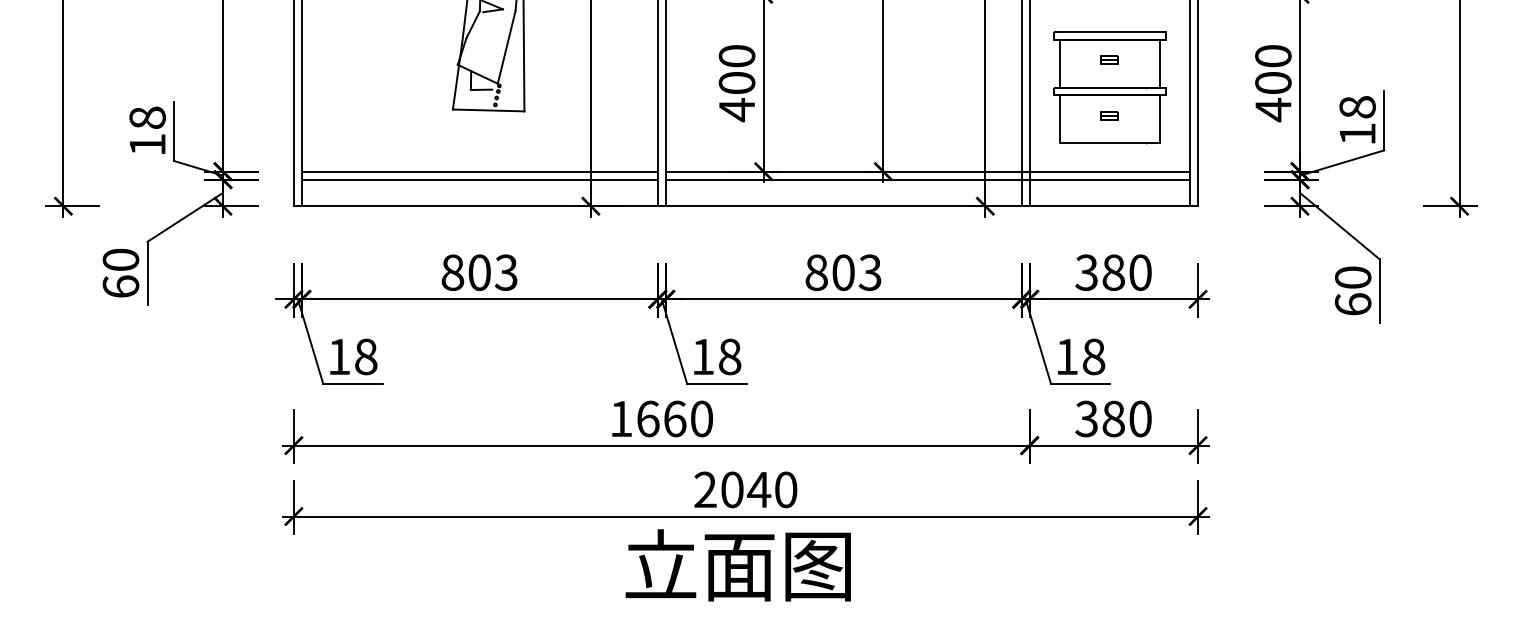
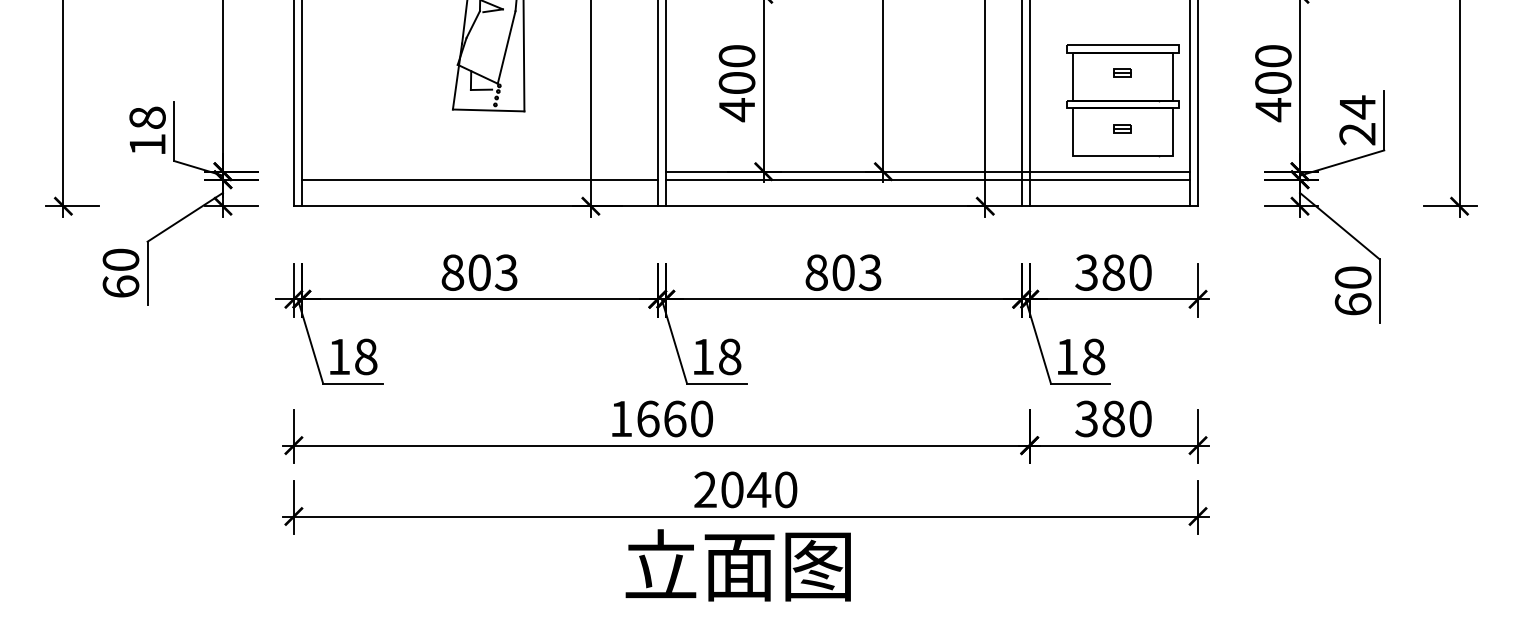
part at (1109, 87) position: (1109, 87) -> (1122, 100)
text at (1357, 120): 18 -> 24
line at (479, 171): present -> none
